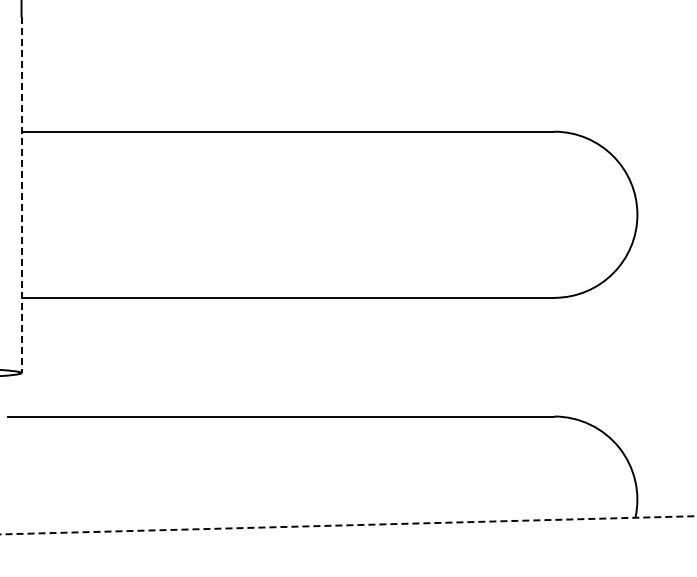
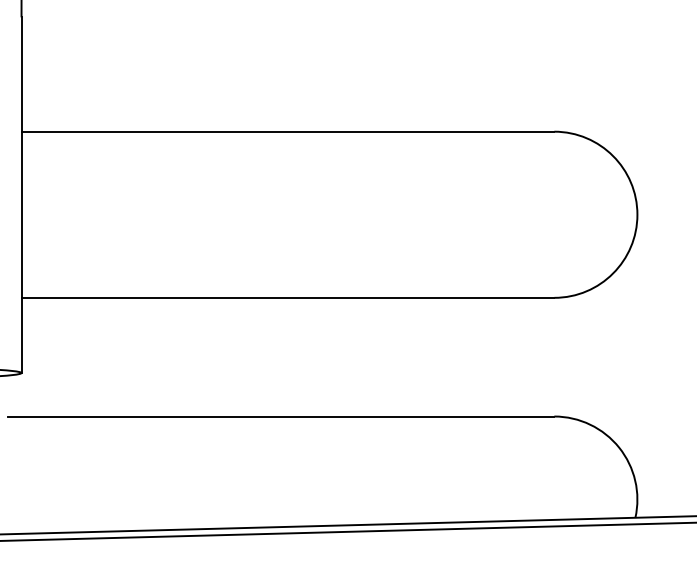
line at (21, 195): dashed -> solid
line at (348, 525): dashed -> solid
line at (347, 531): none -> present
